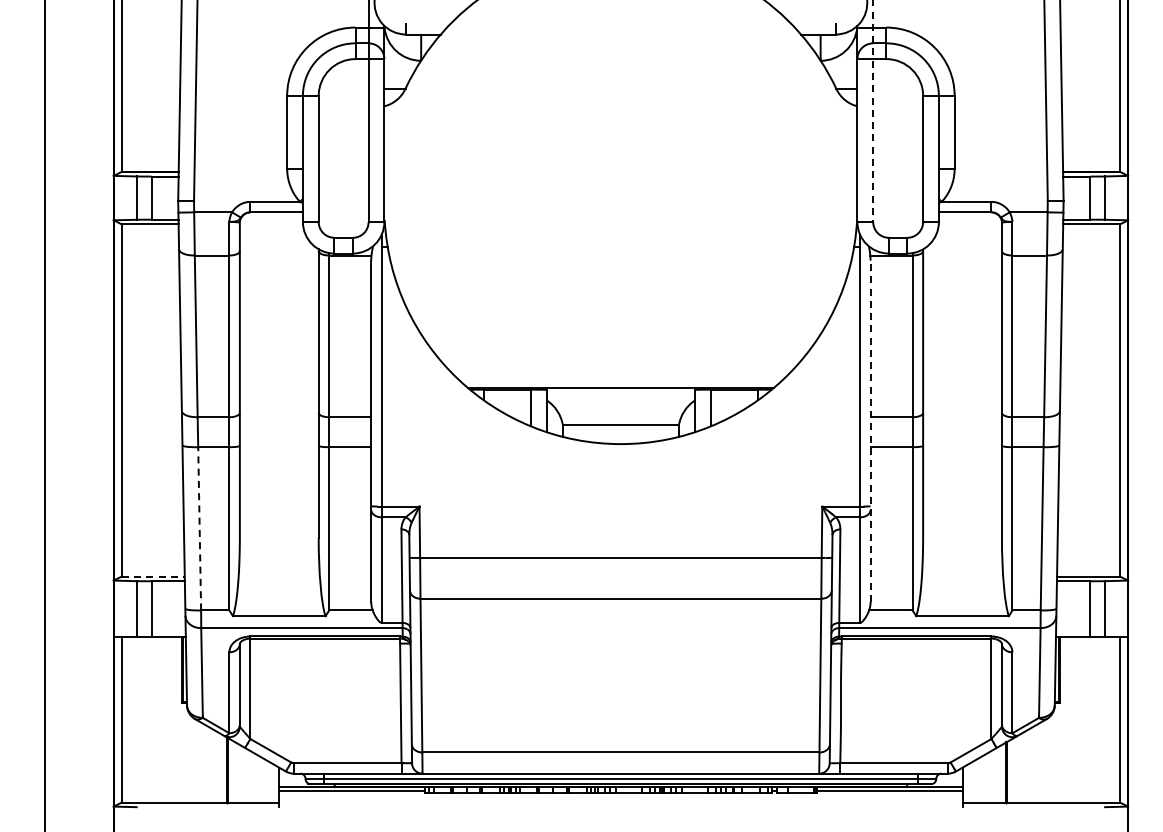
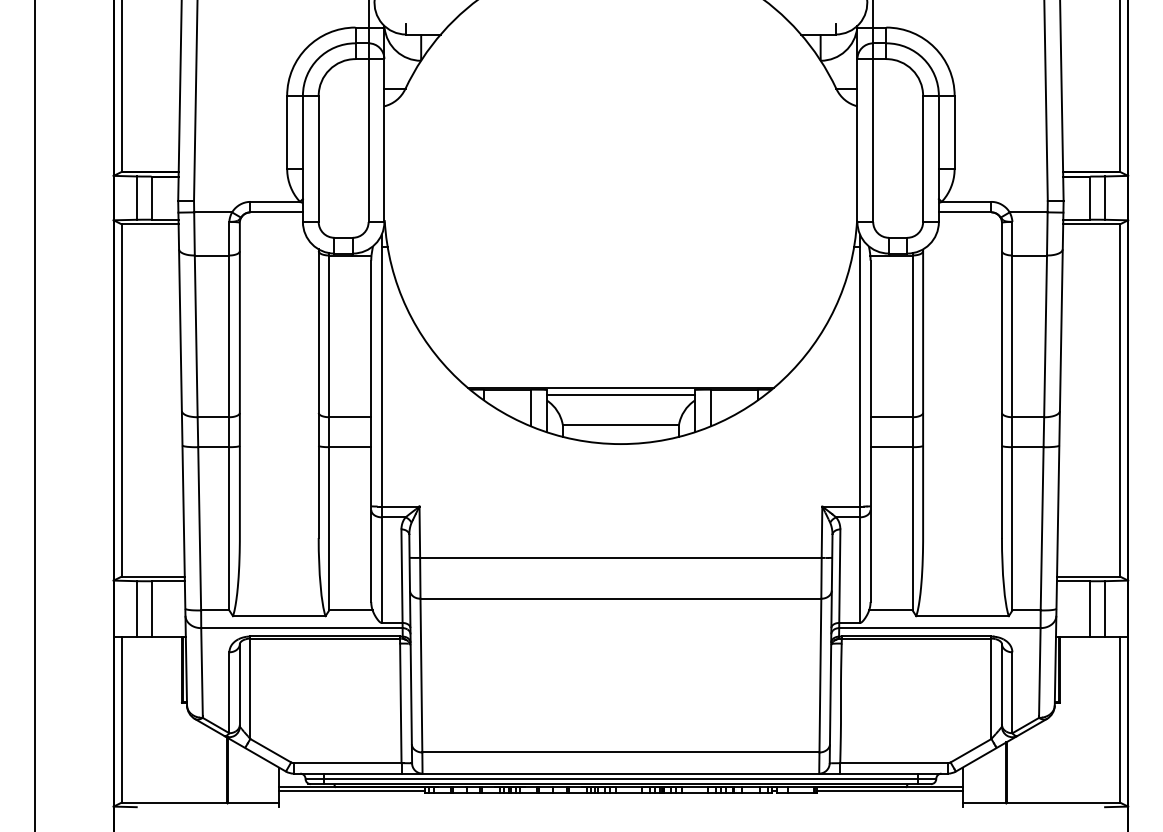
line at (873, 111): dashed -> solid
line at (620, 395): none -> present
line at (44, 415) position: (44, 415) -> (34, 415)
line at (870, 431): dashed -> solid
line at (199, 528): dashed -> solid
line at (153, 576): dashed -> solid
